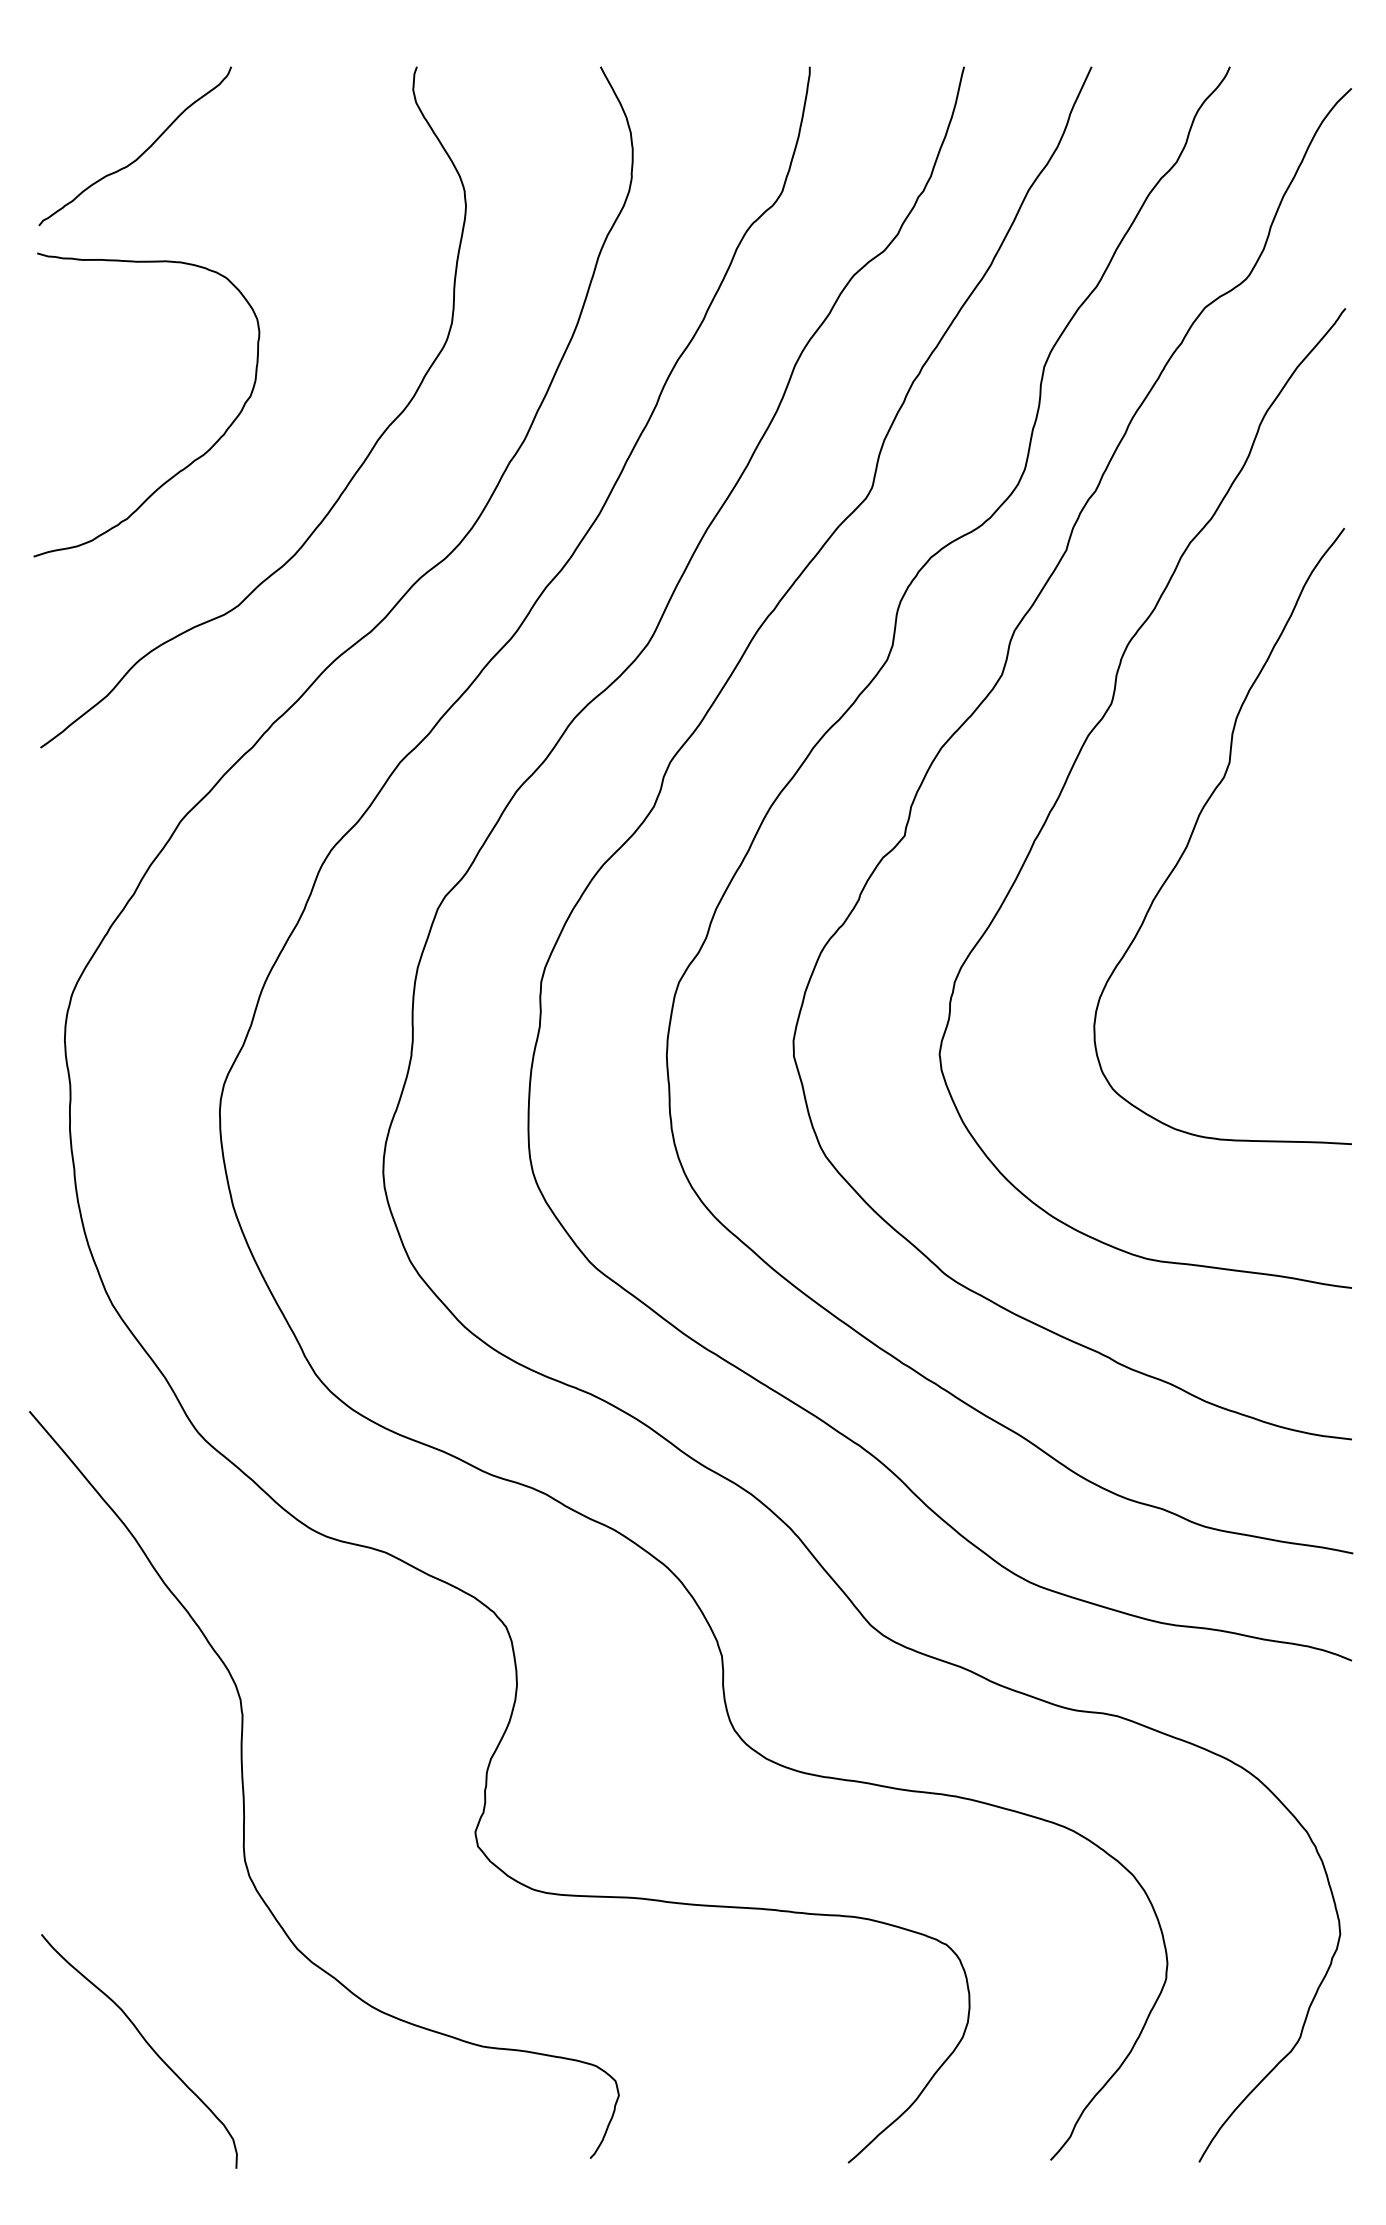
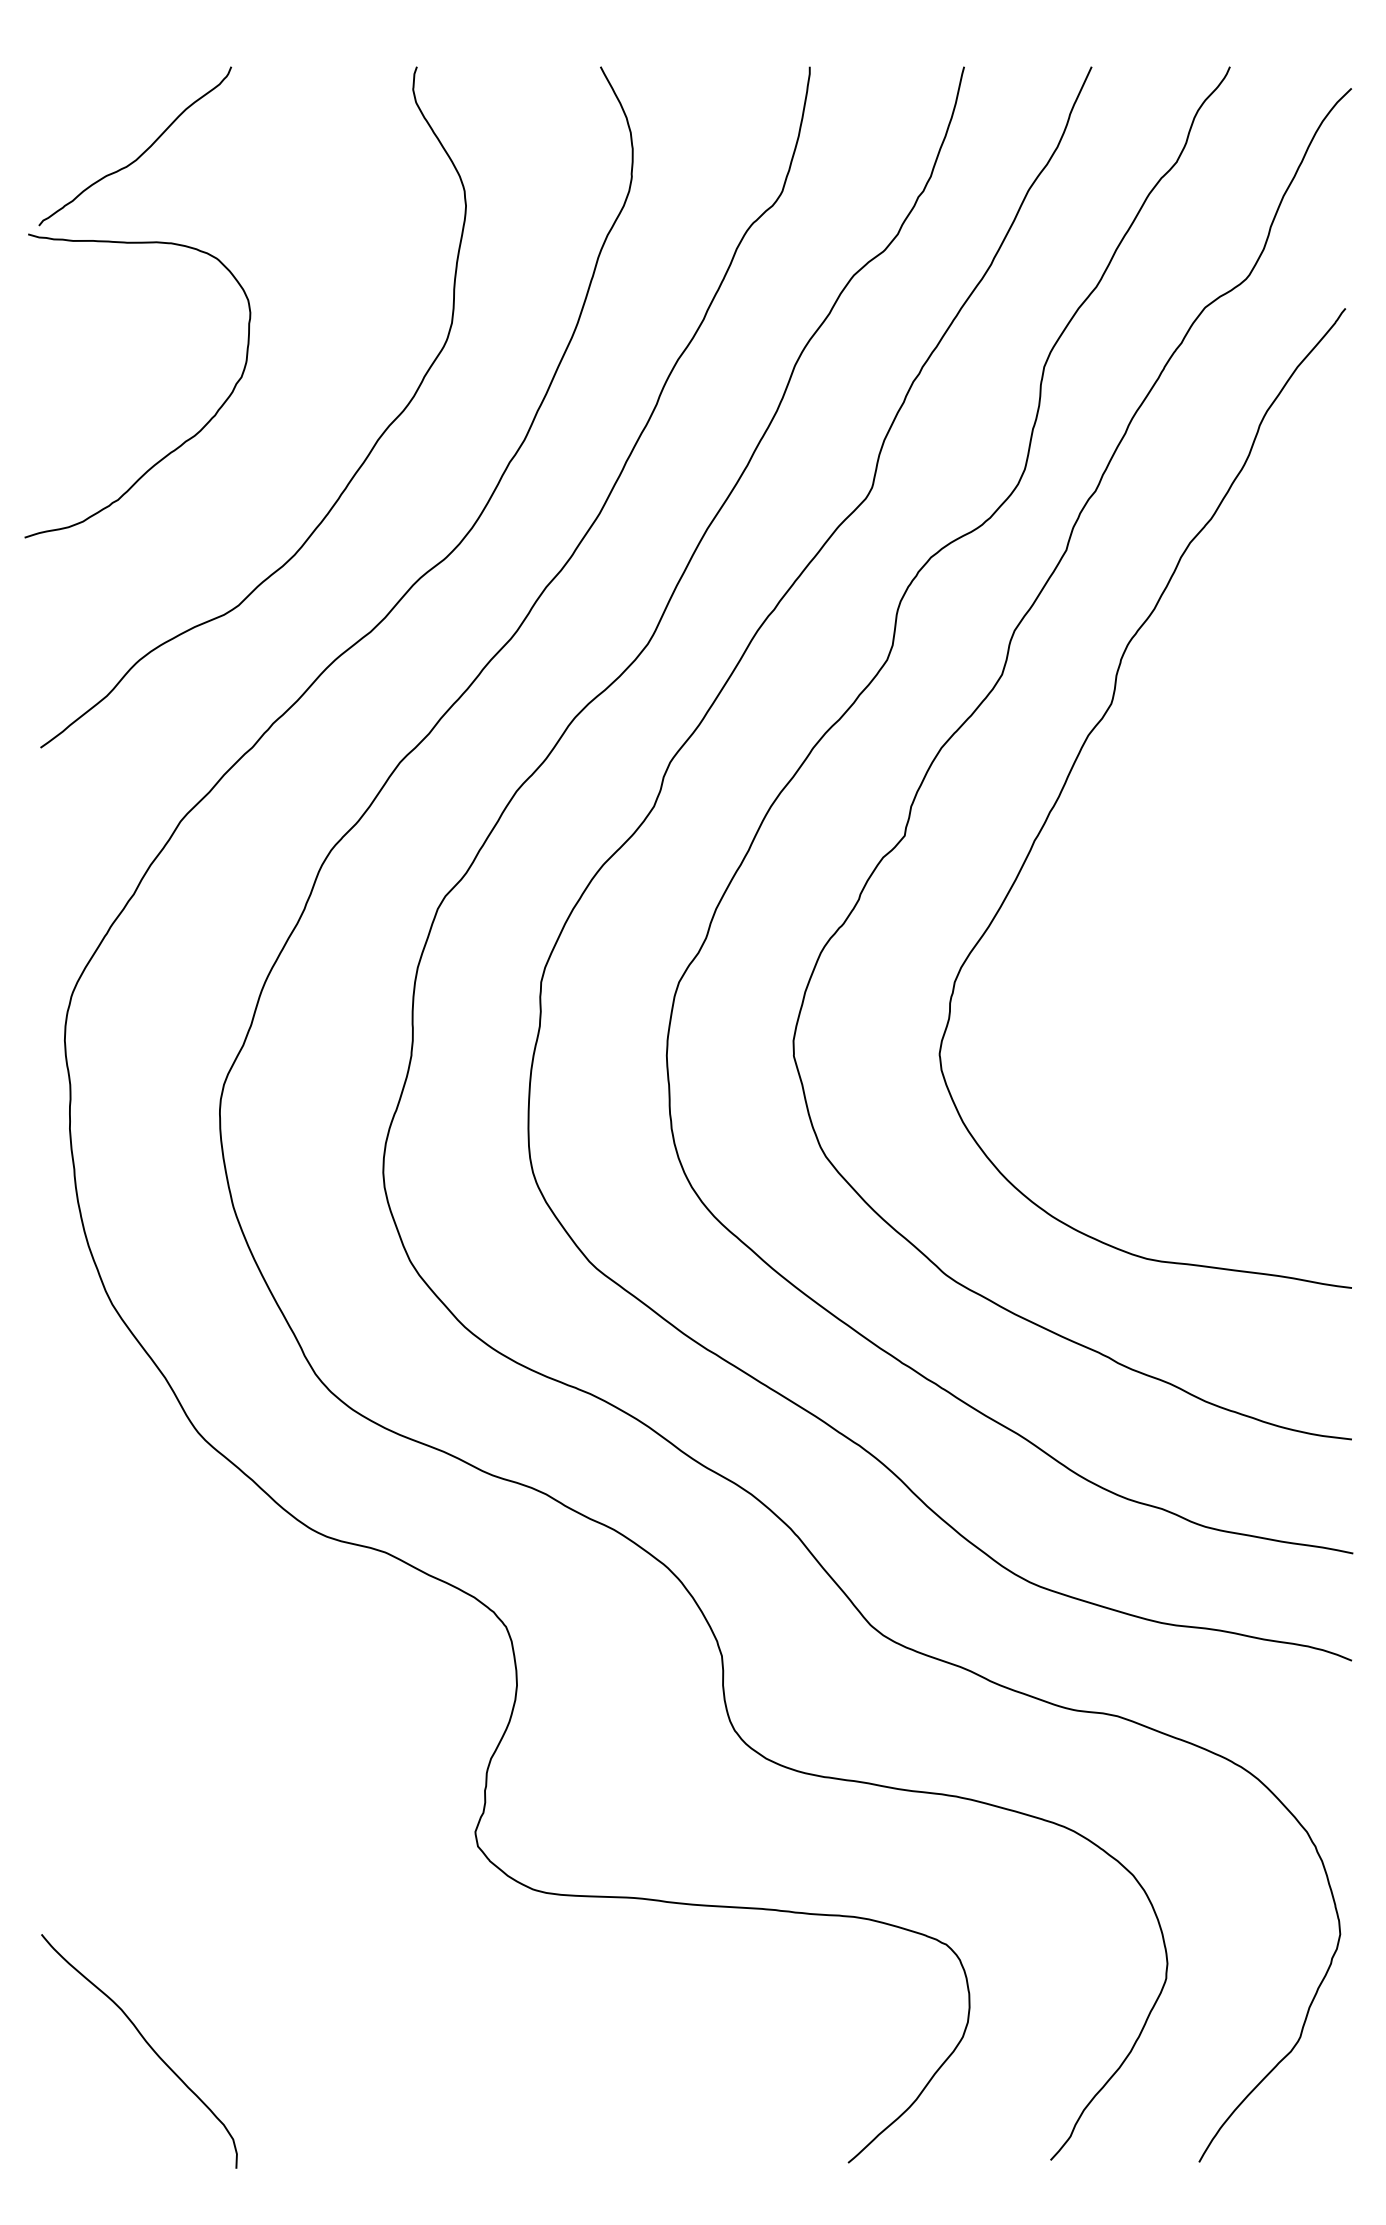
curve at (194, 459) position: (194, 459) -> (185, 440)
curve at (1196, 825): present -> none
curve at (244, 1789): present -> none
